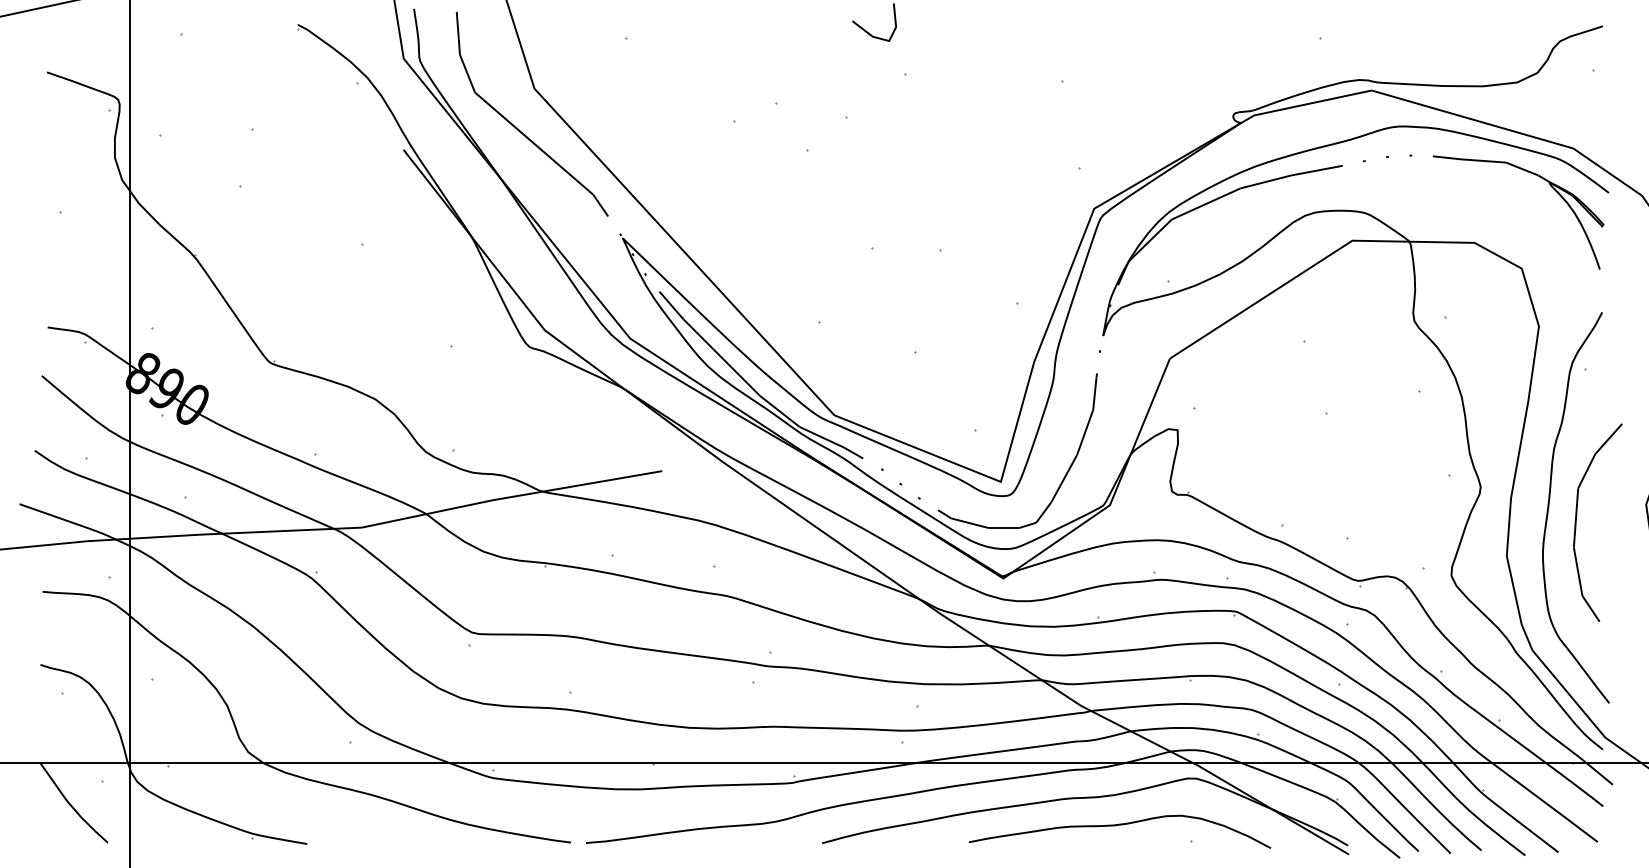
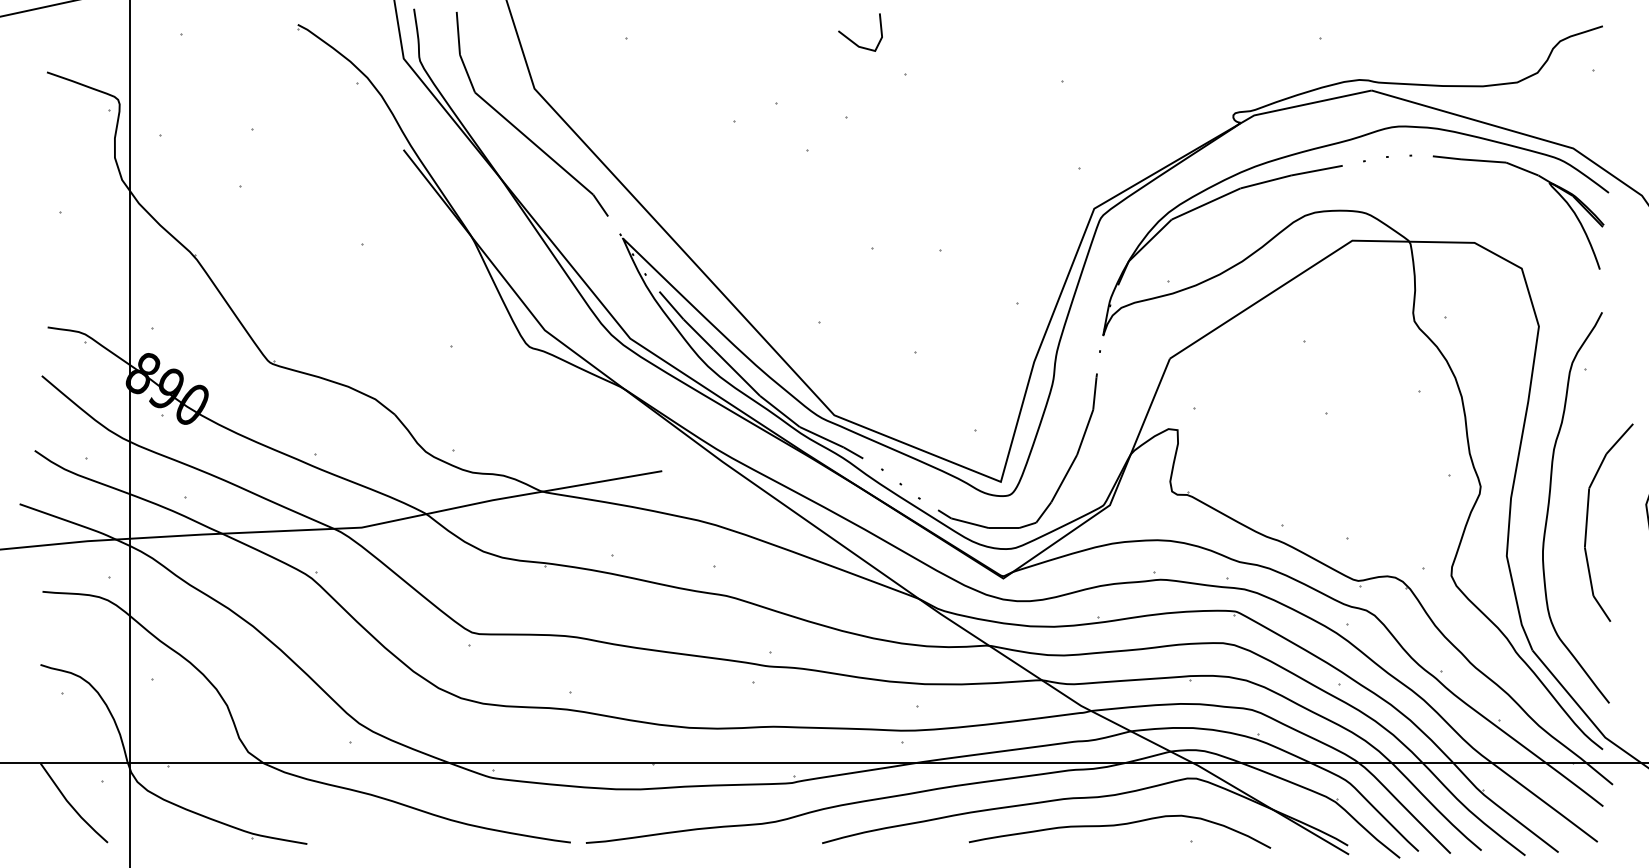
line at (869, 32) position: (869, 32) -> (855, 42)
curve at (1576, 522) position: (1576, 522) -> (1587, 522)
